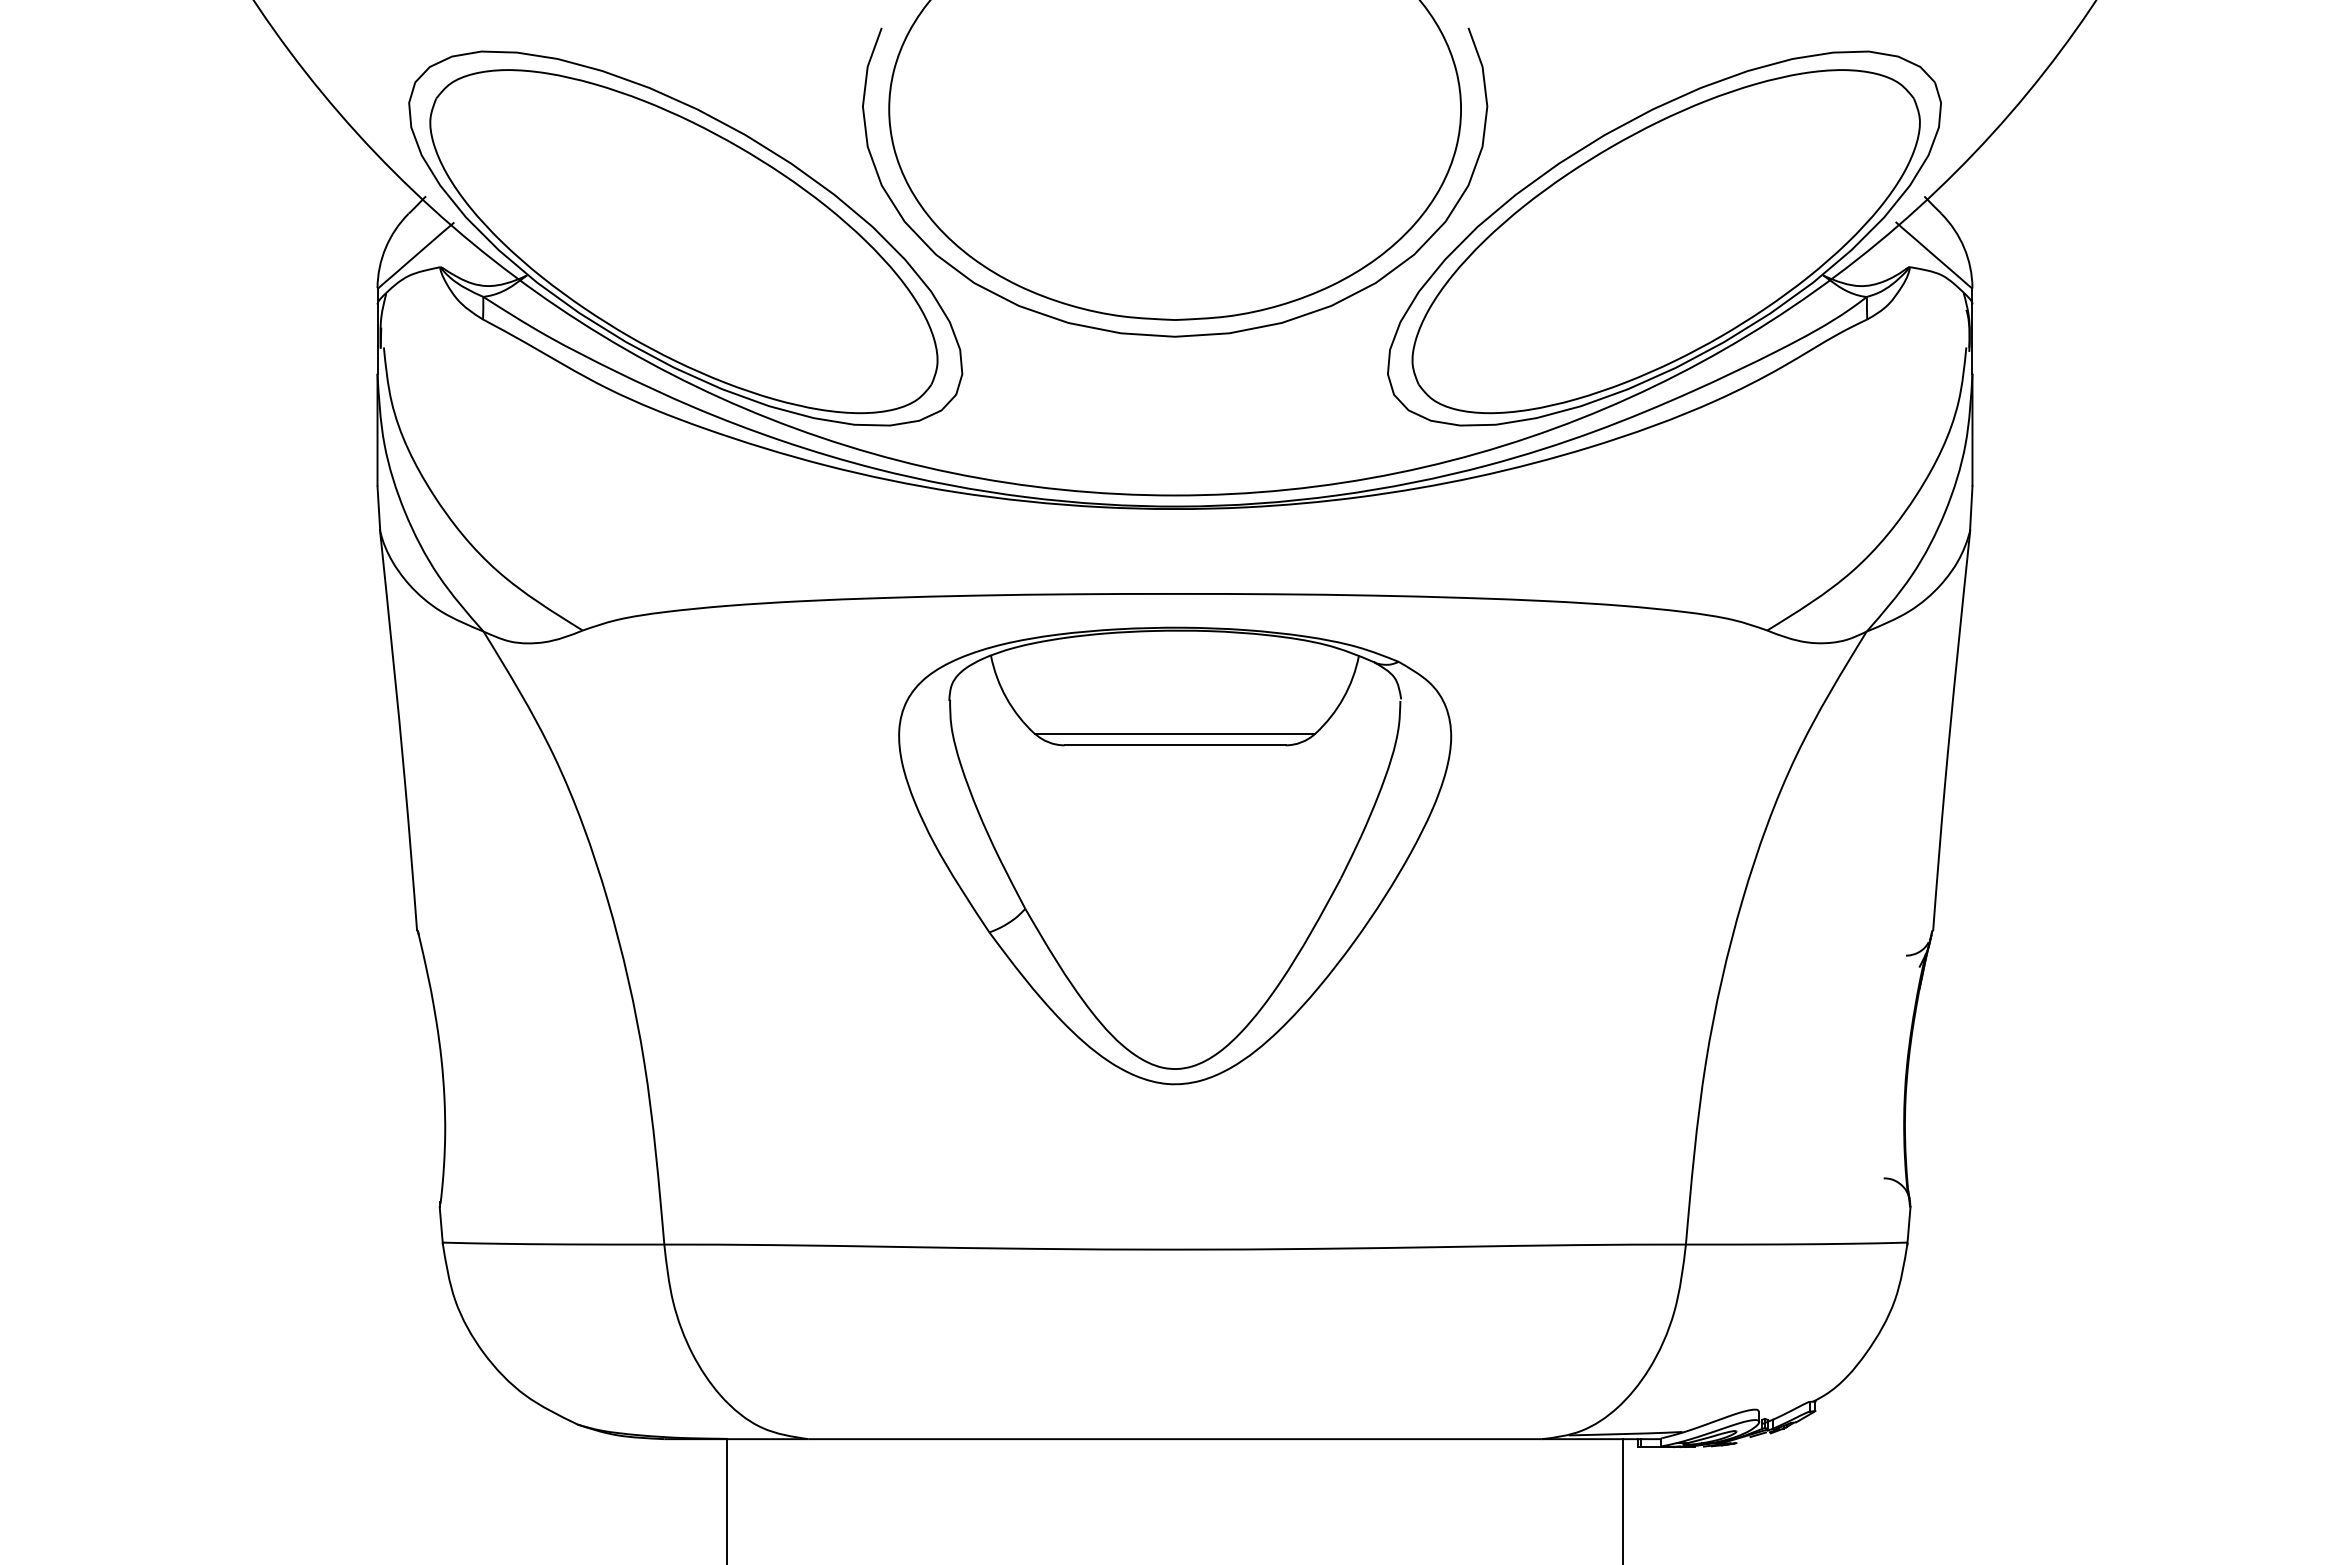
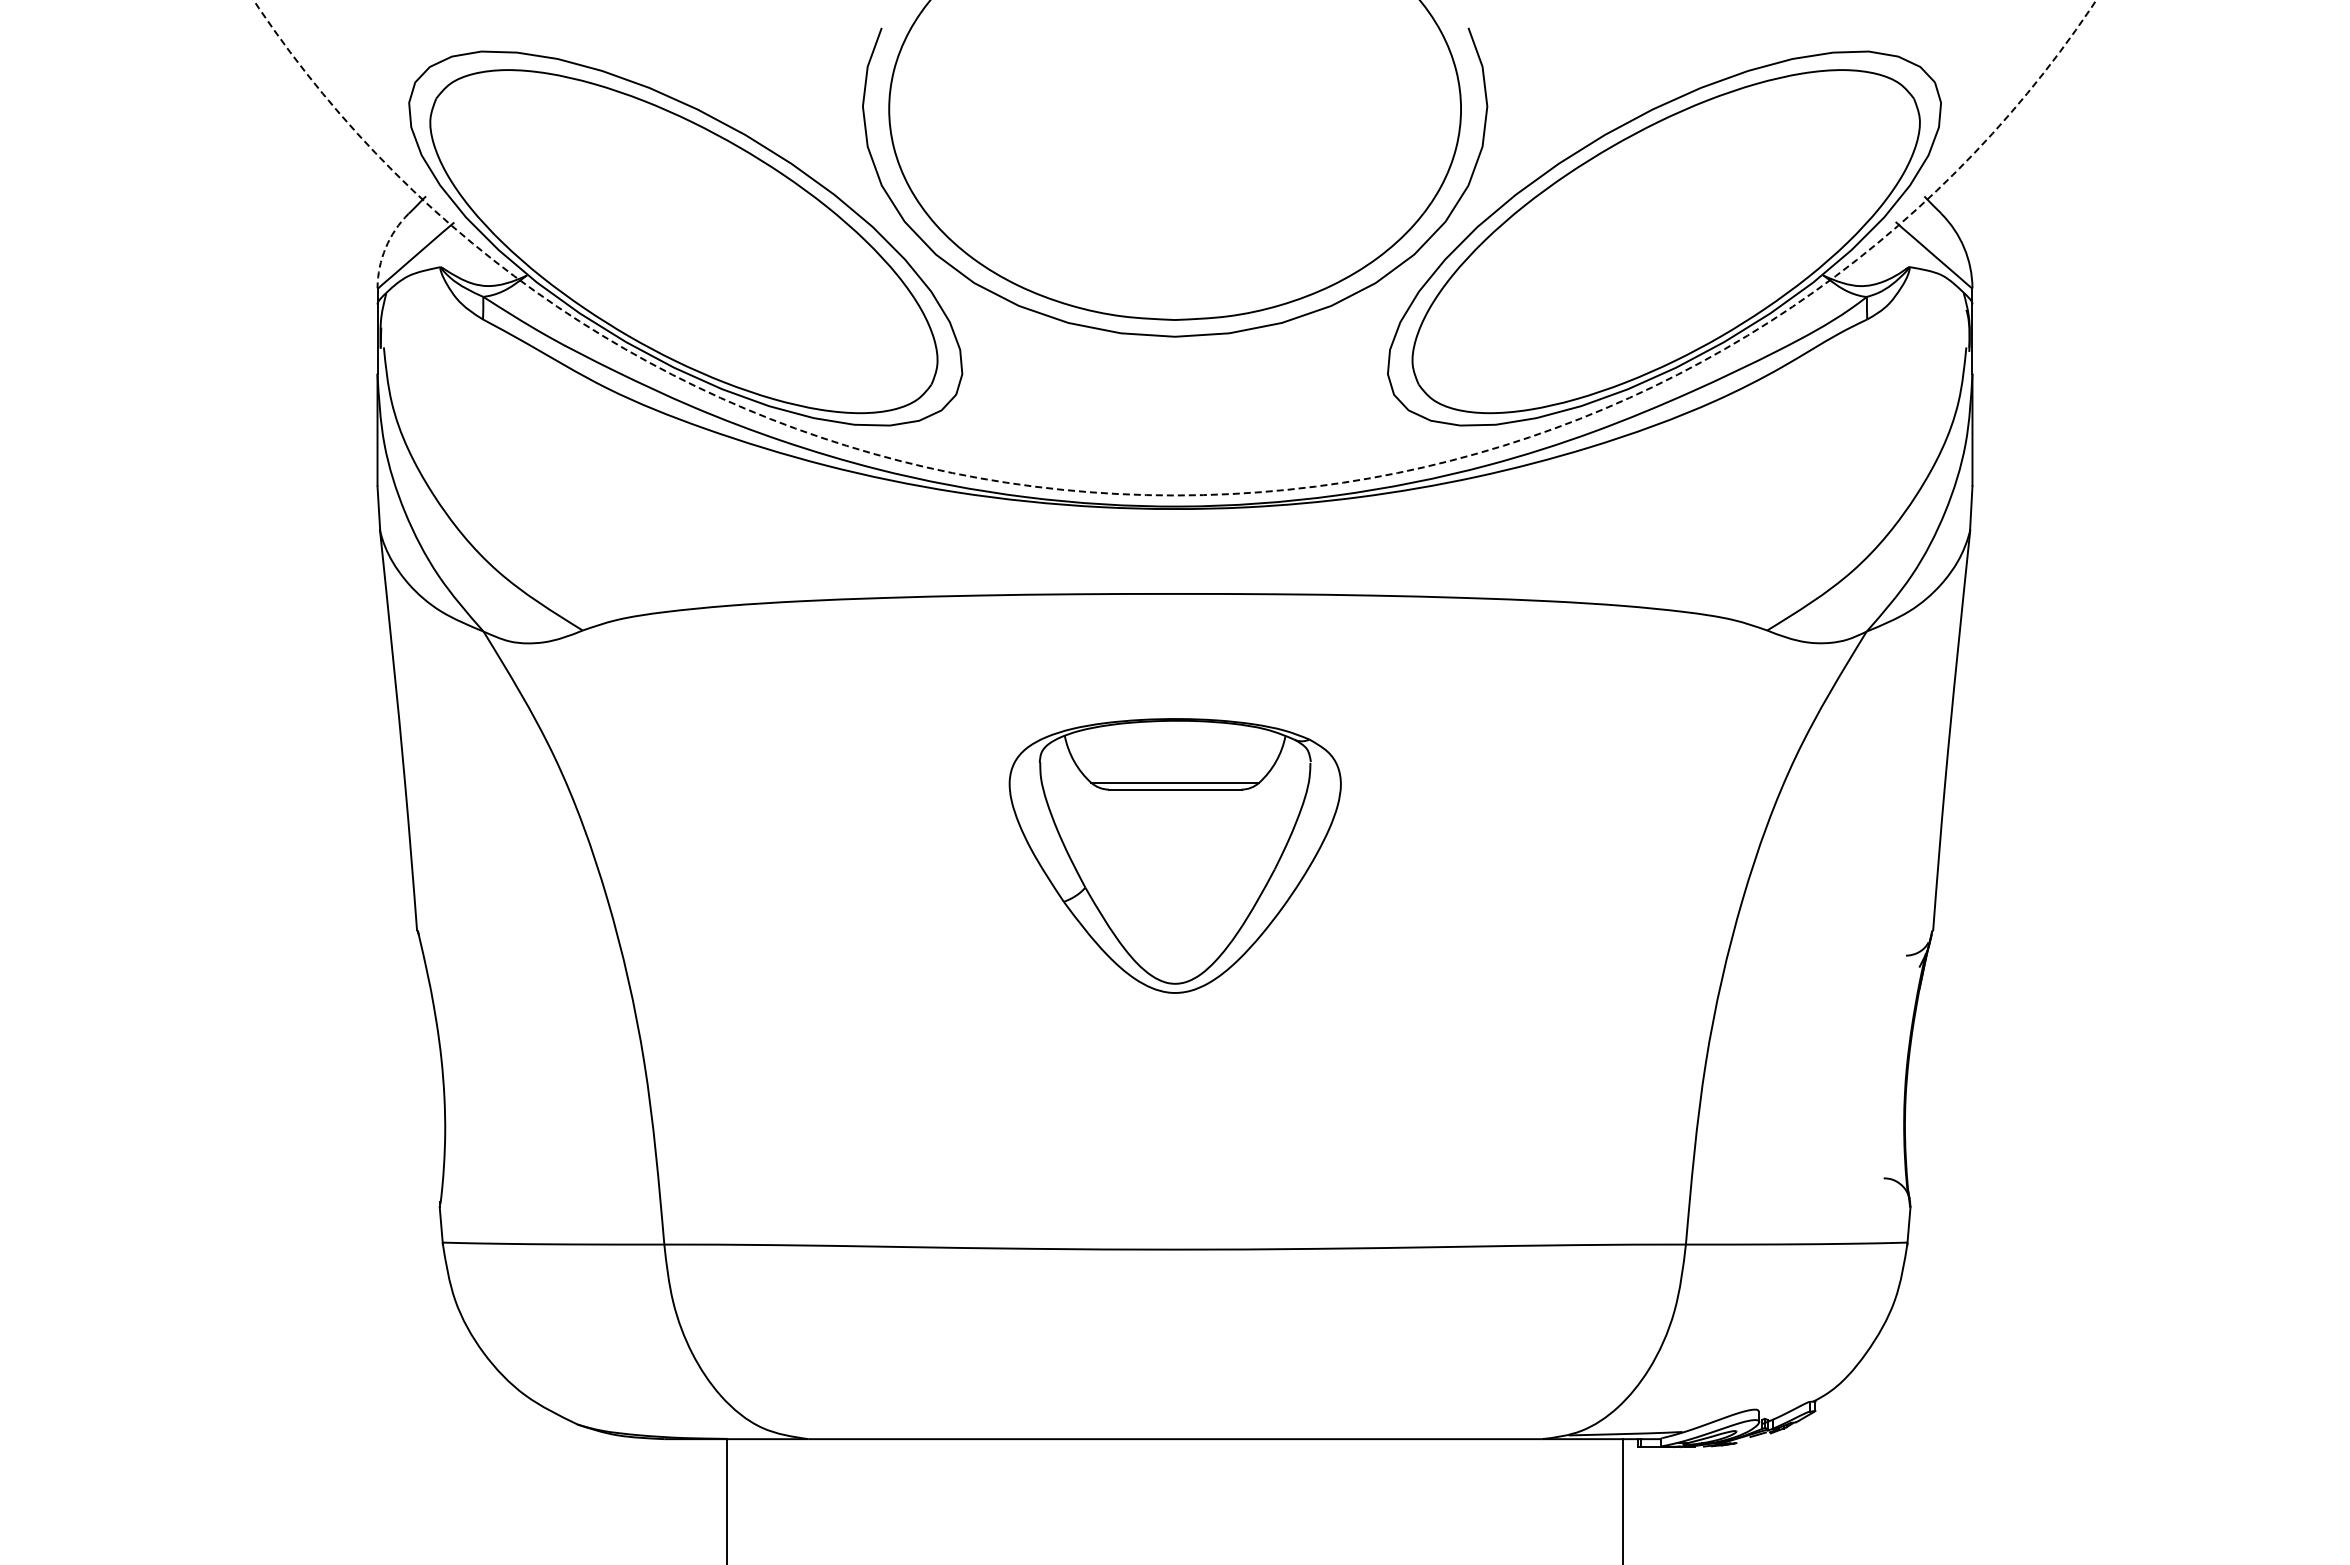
arc at (385, 247): solid -> dashed
arc at (1175, 495): solid -> dashed
part at (1175, 855) size: 555x460 px -> 334x276 px
